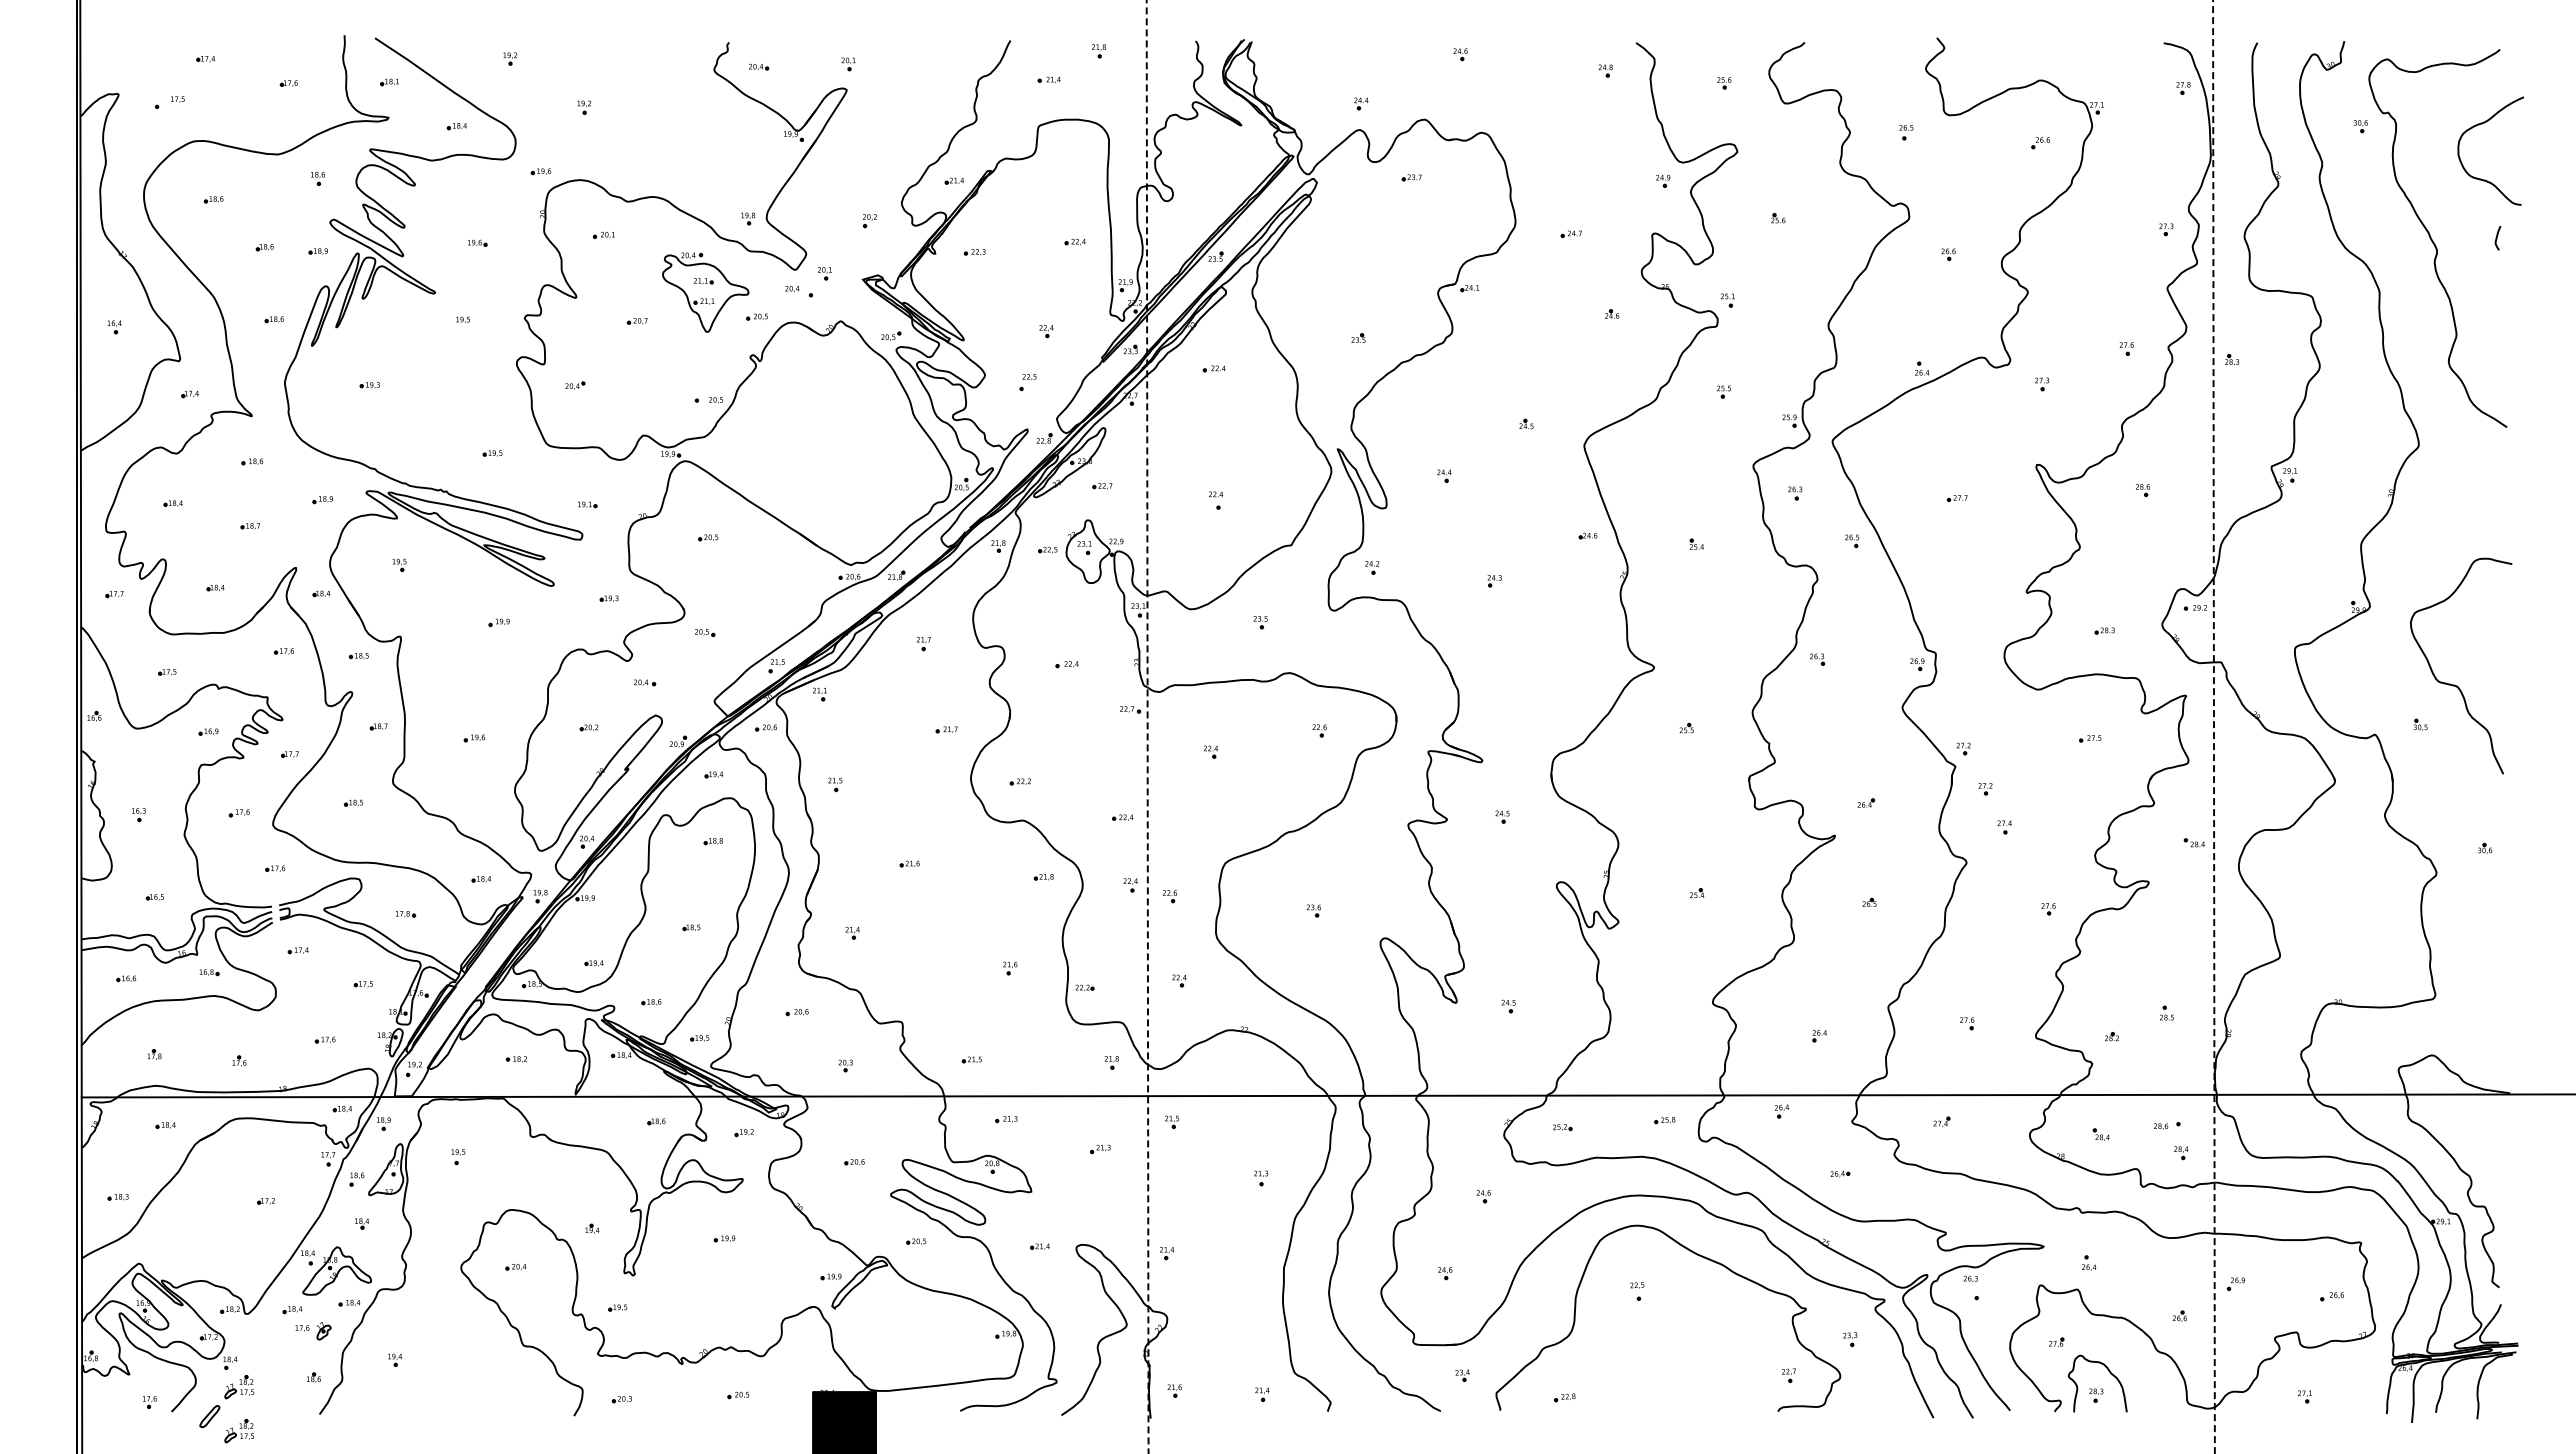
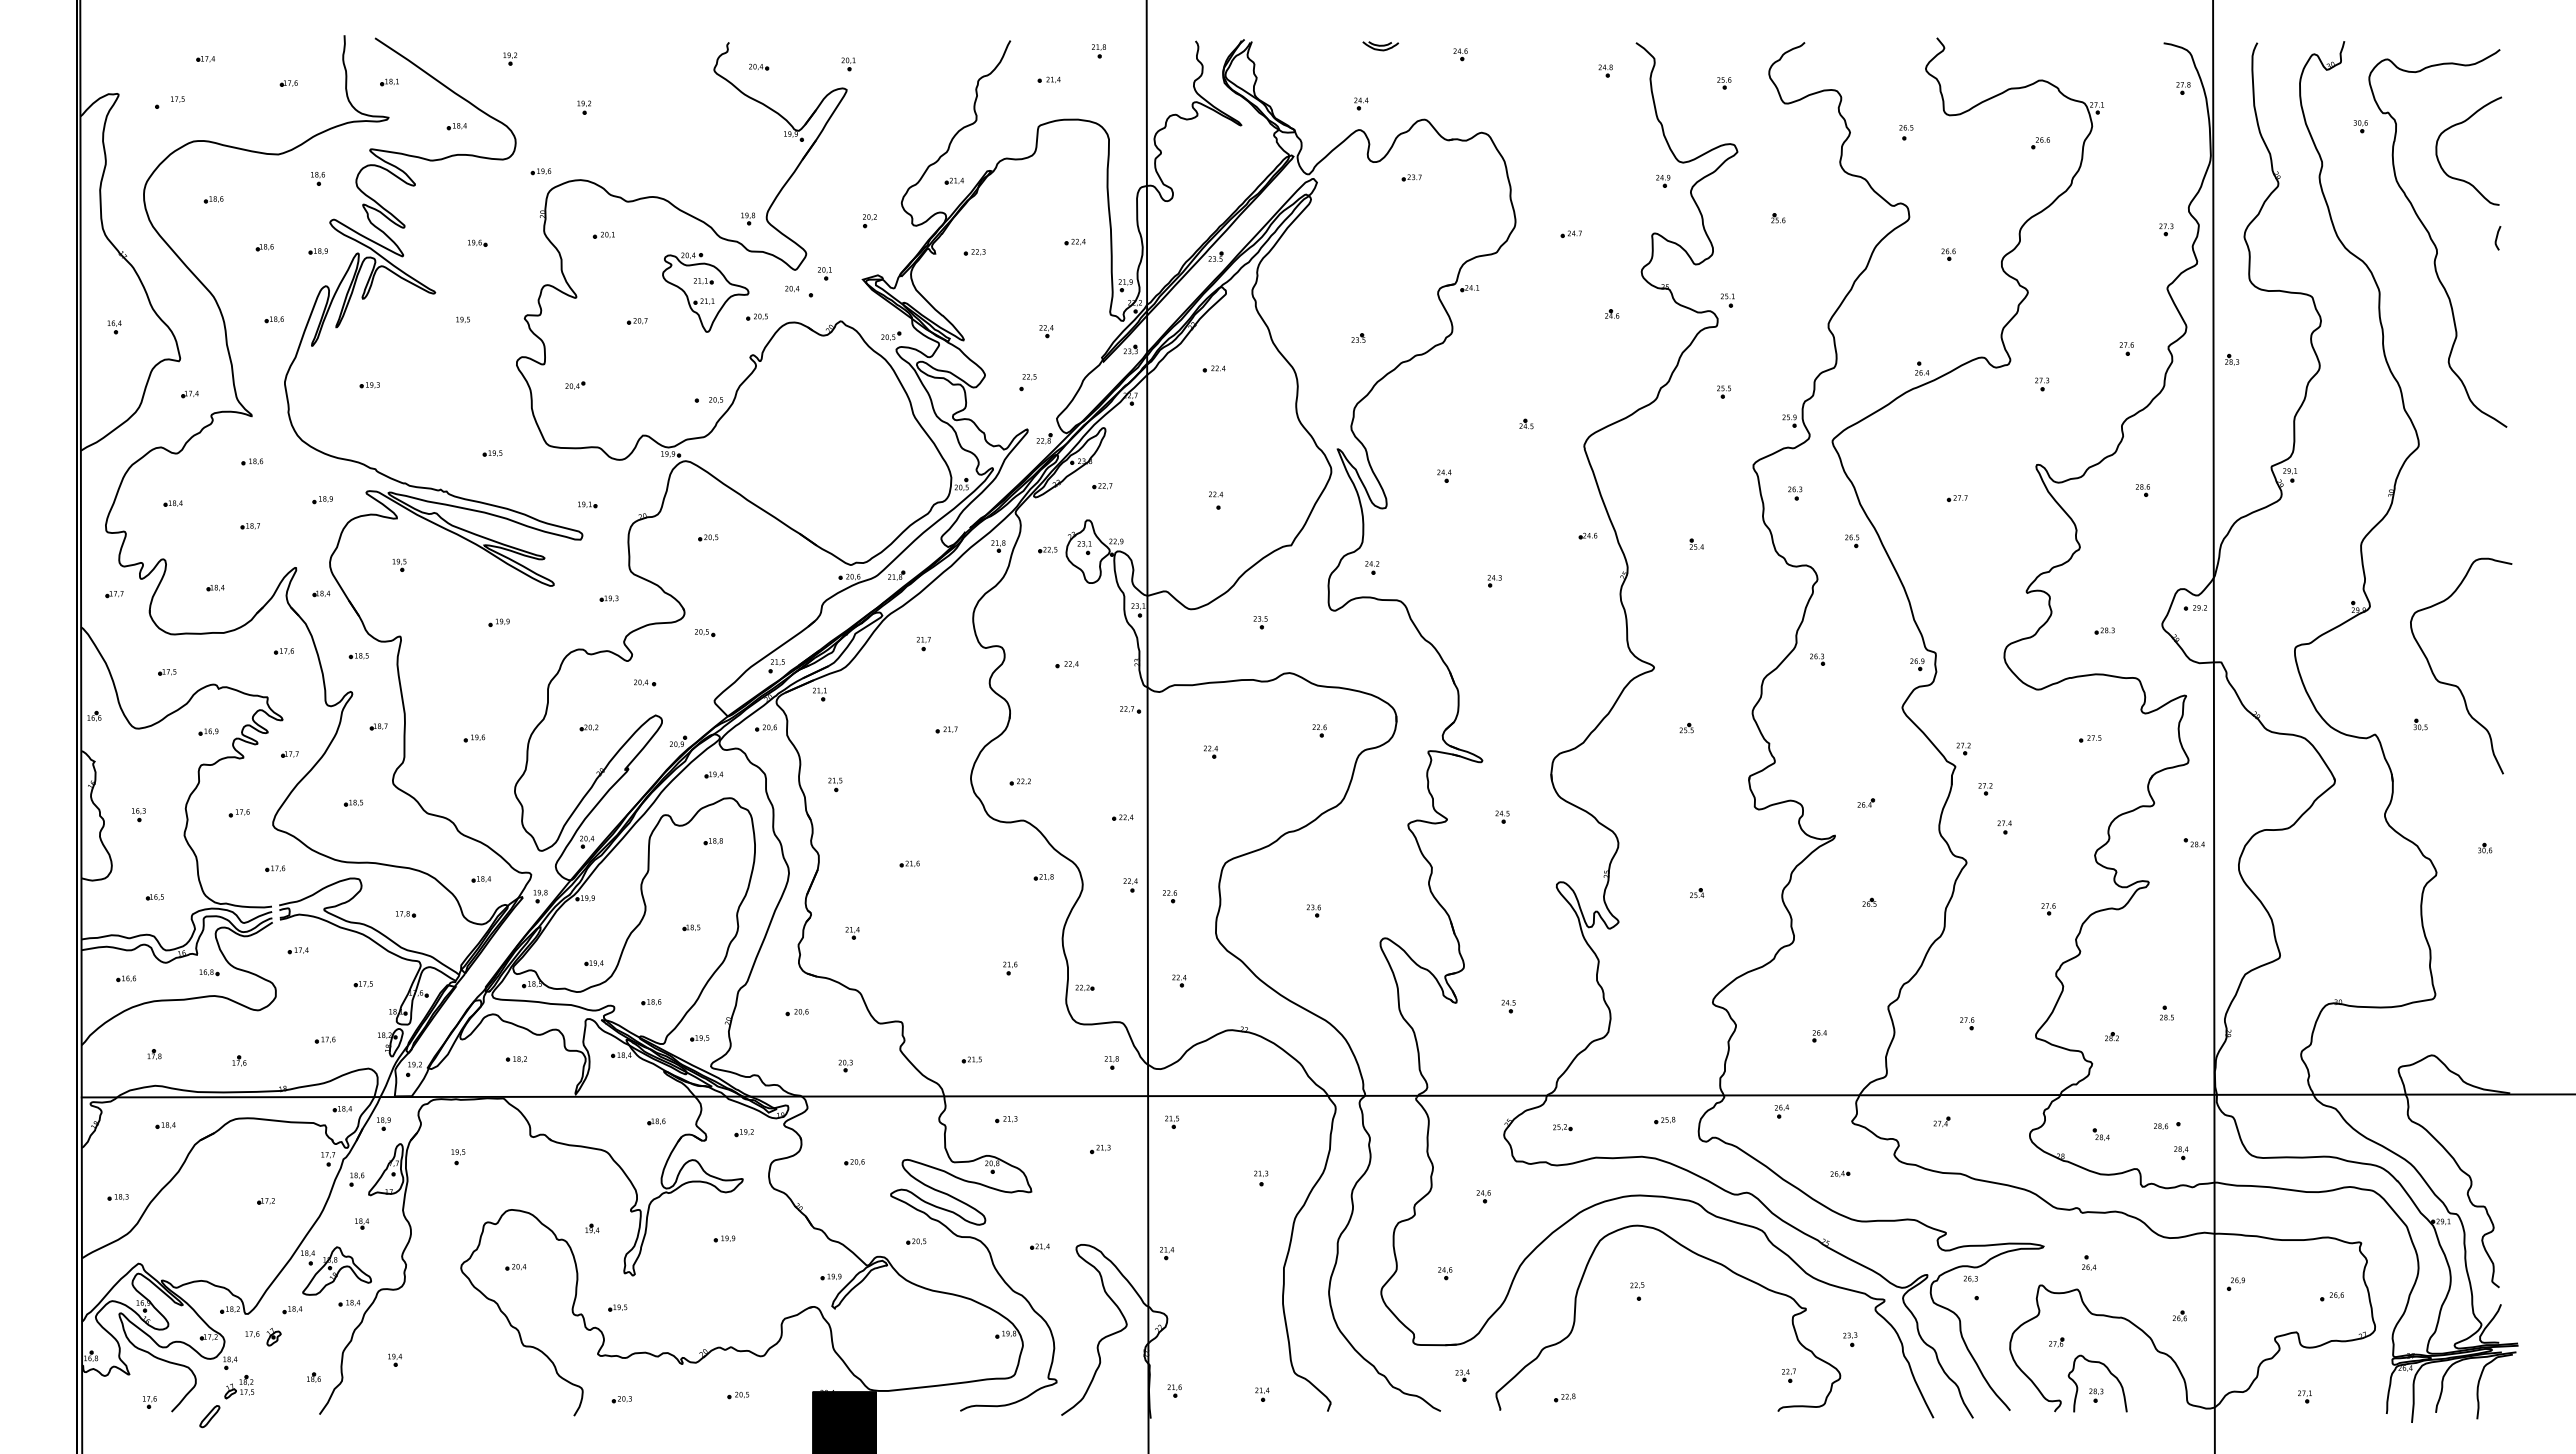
part at (1380, 46): none -> present
curve at (2482, 124) position: (2482, 124) -> (2460, 124)
line at (1147, 726): dashed -> solid
line at (2213, 727): dashed -> solid
part at (313, 1331) position: (313, 1331) -> (263, 1337)
part at (239, 1430): present -> none
